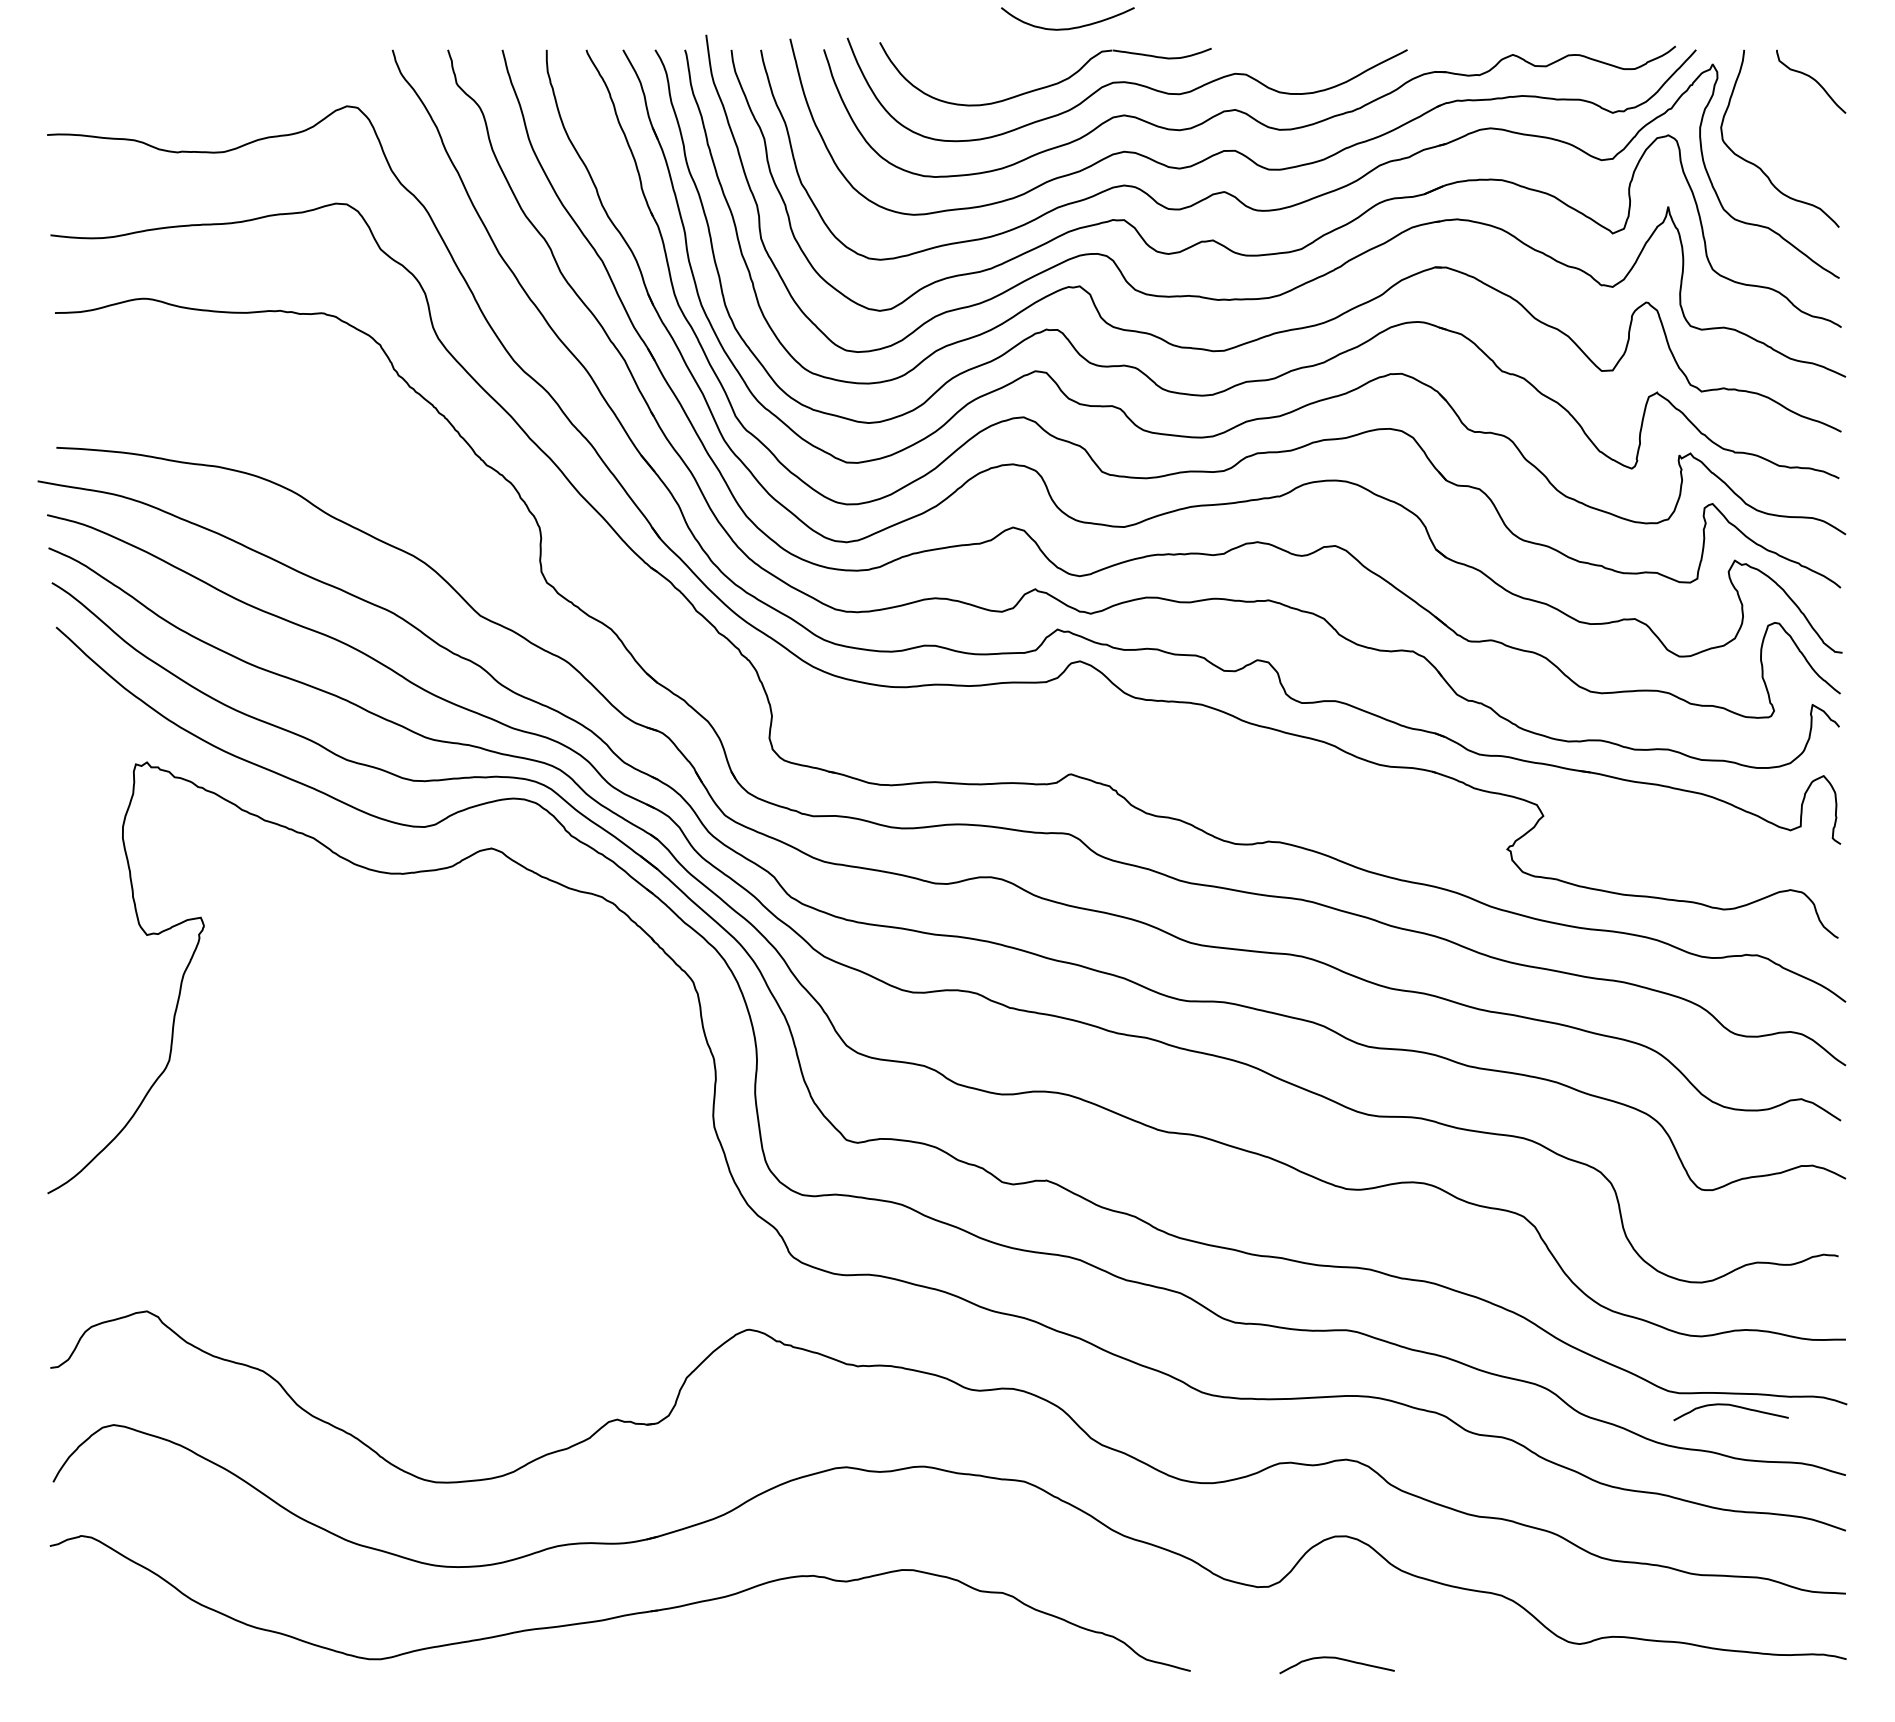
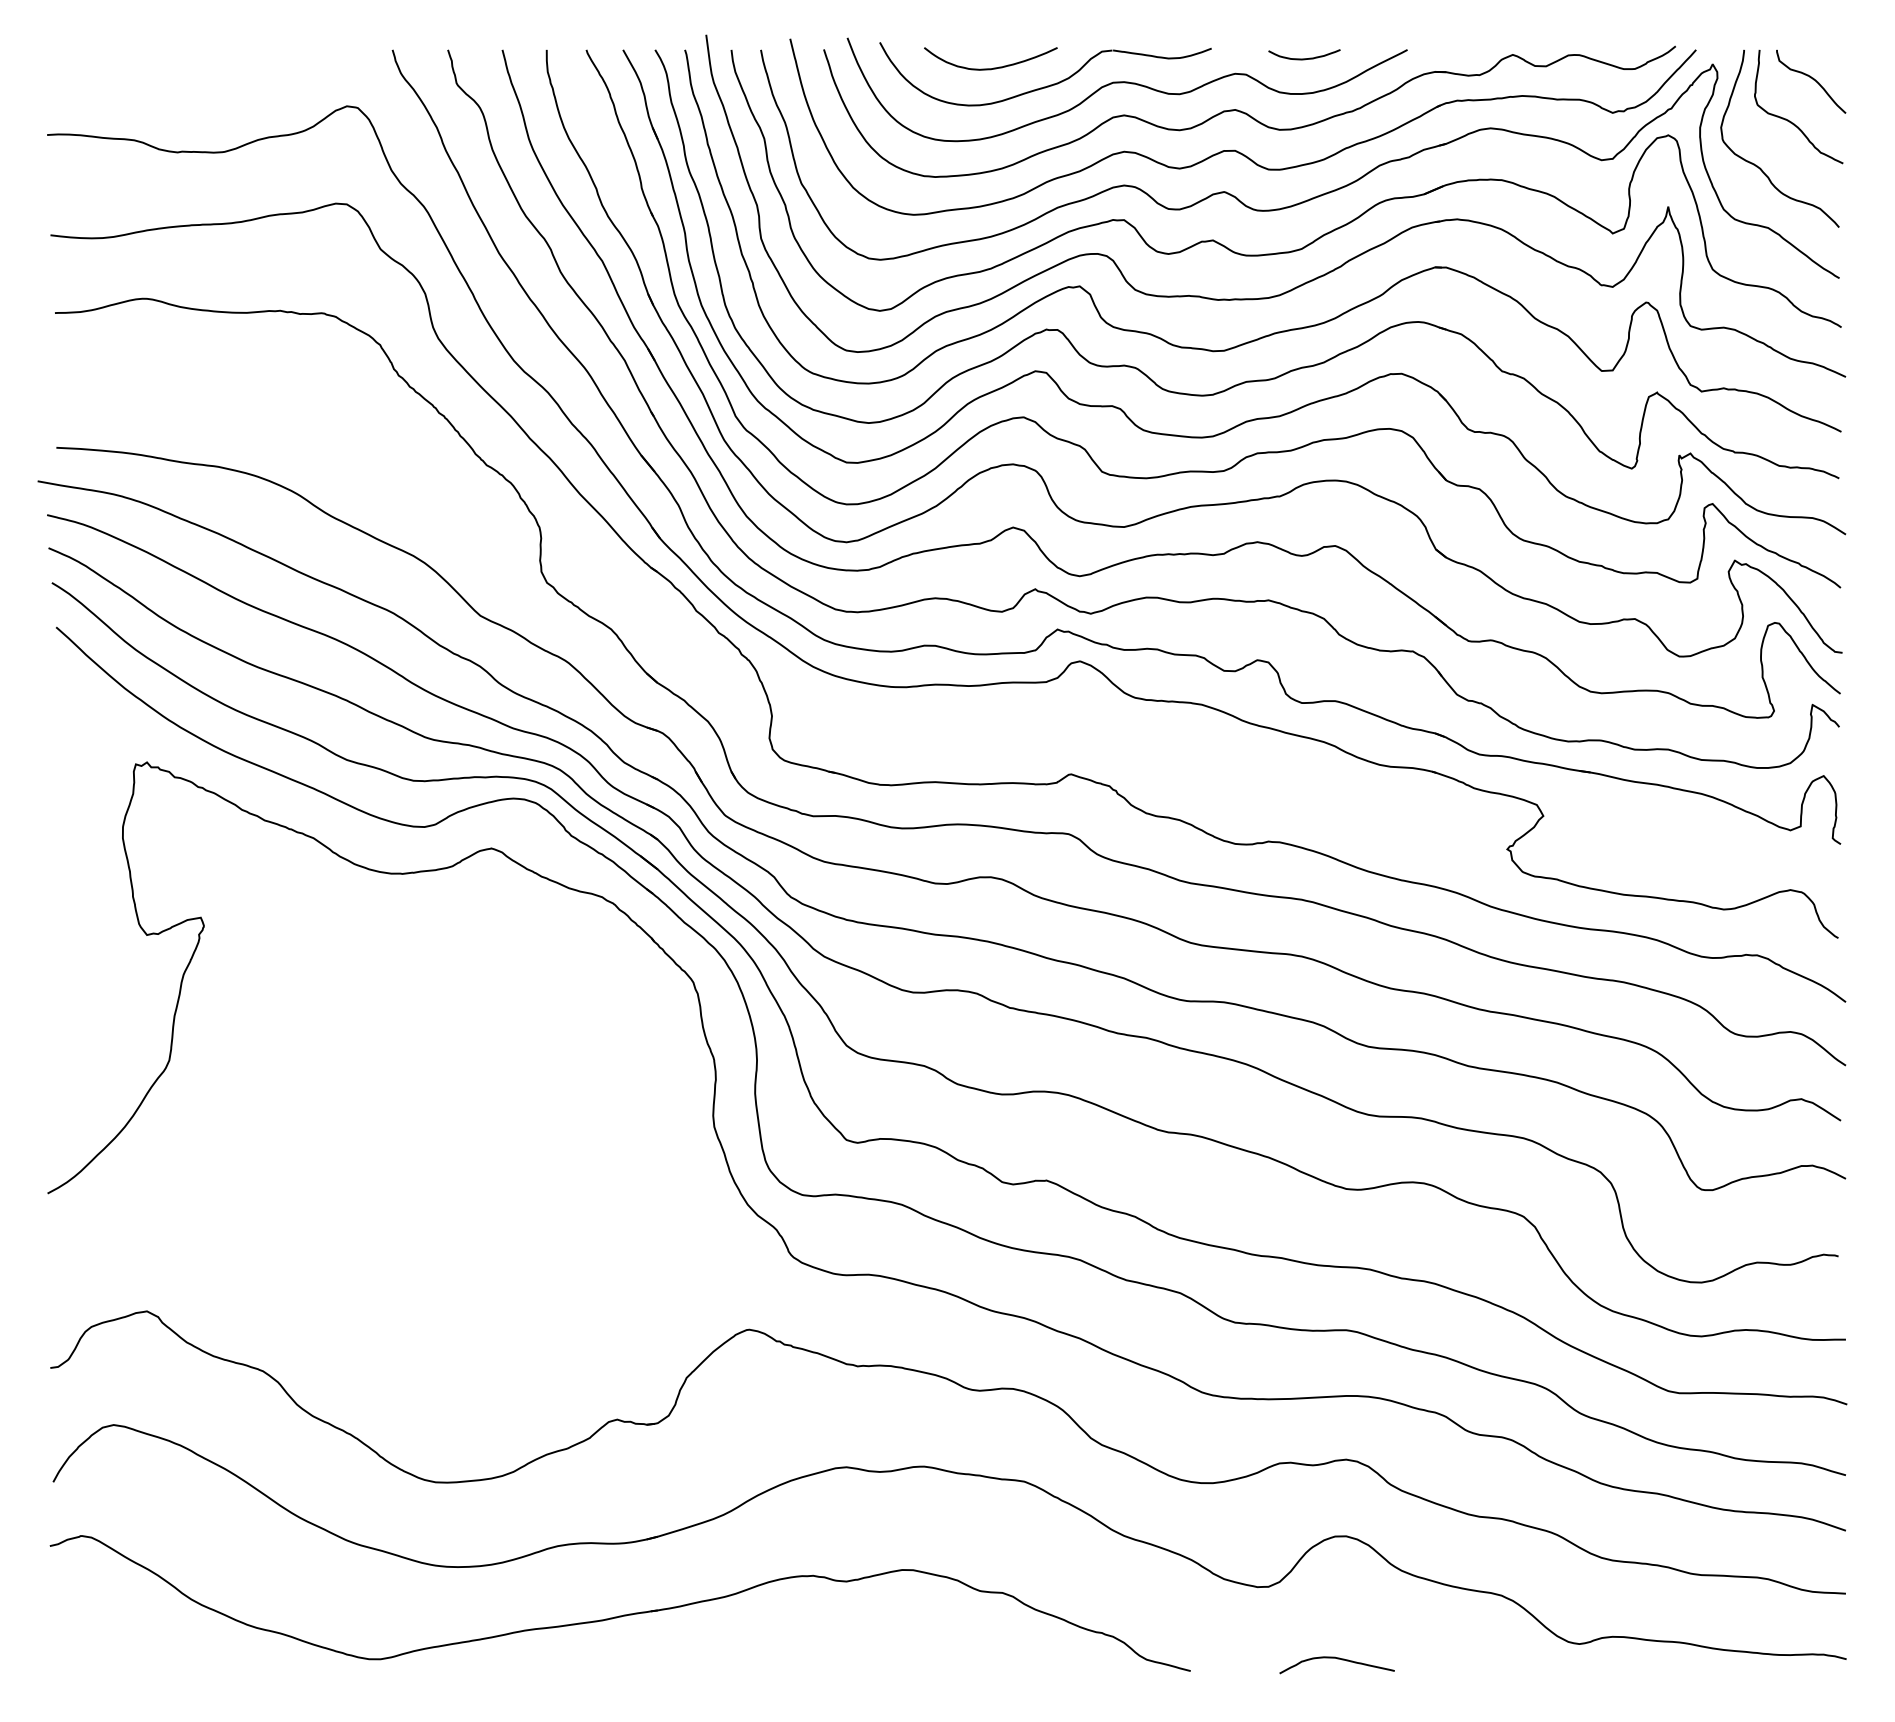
curve at (1070, 27) position: (1070, 27) -> (993, 67)
curve at (1304, 58): none -> present
curve at (1788, 119): none -> present
curve at (1731, 1406): present -> none
